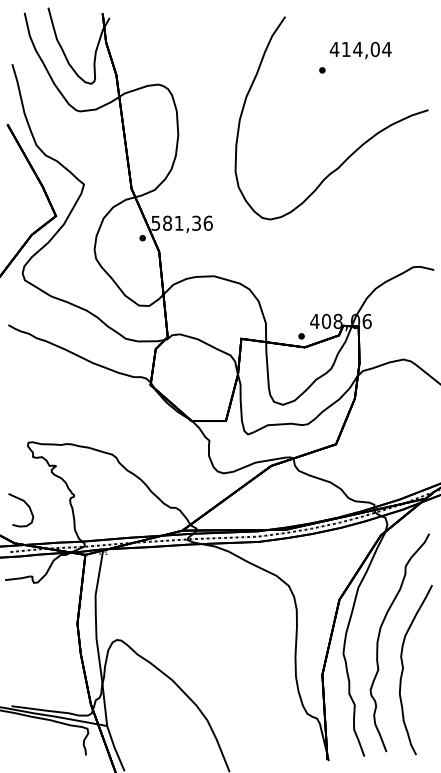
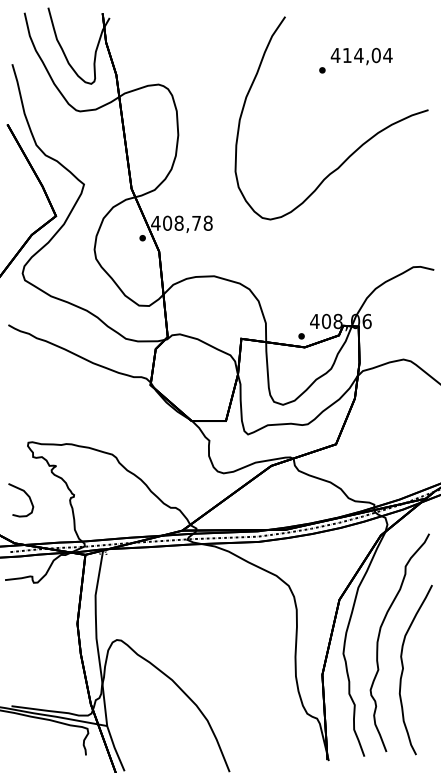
text at (360, 50) position: (360, 50) -> (361, 56)
text at (181, 222): 581,36 -> 408,78
curve at (26, 505) position: (26, 505) -> (26, 495)
